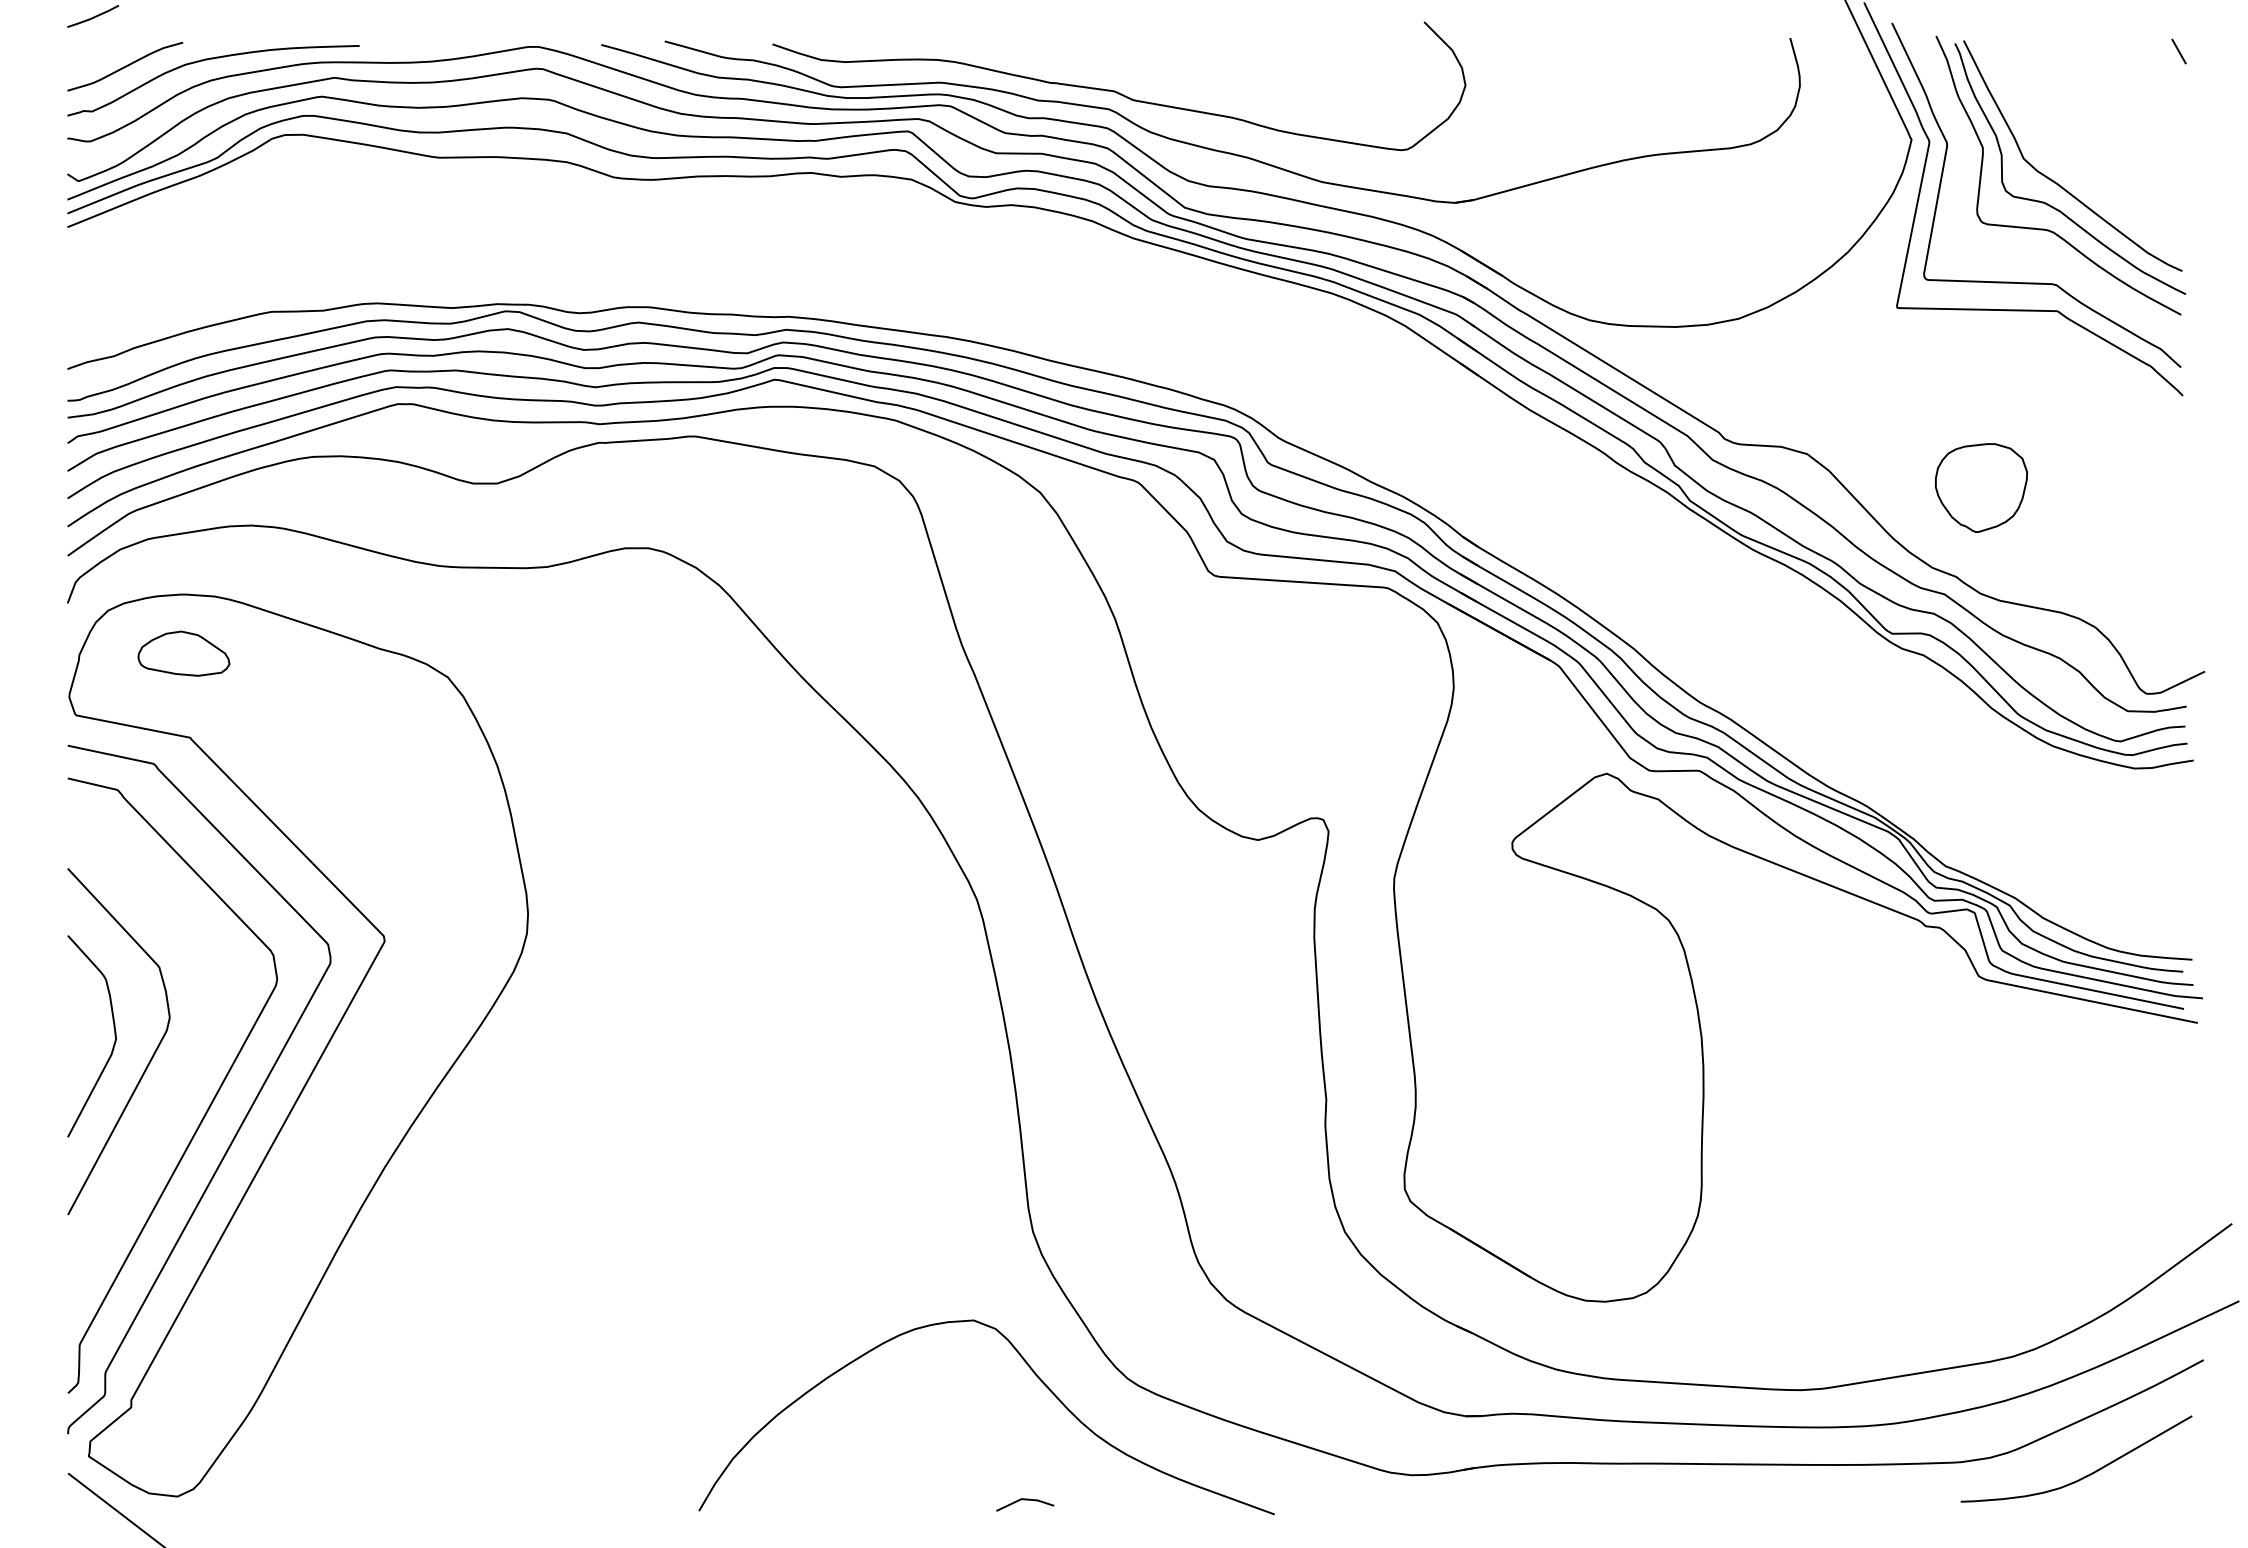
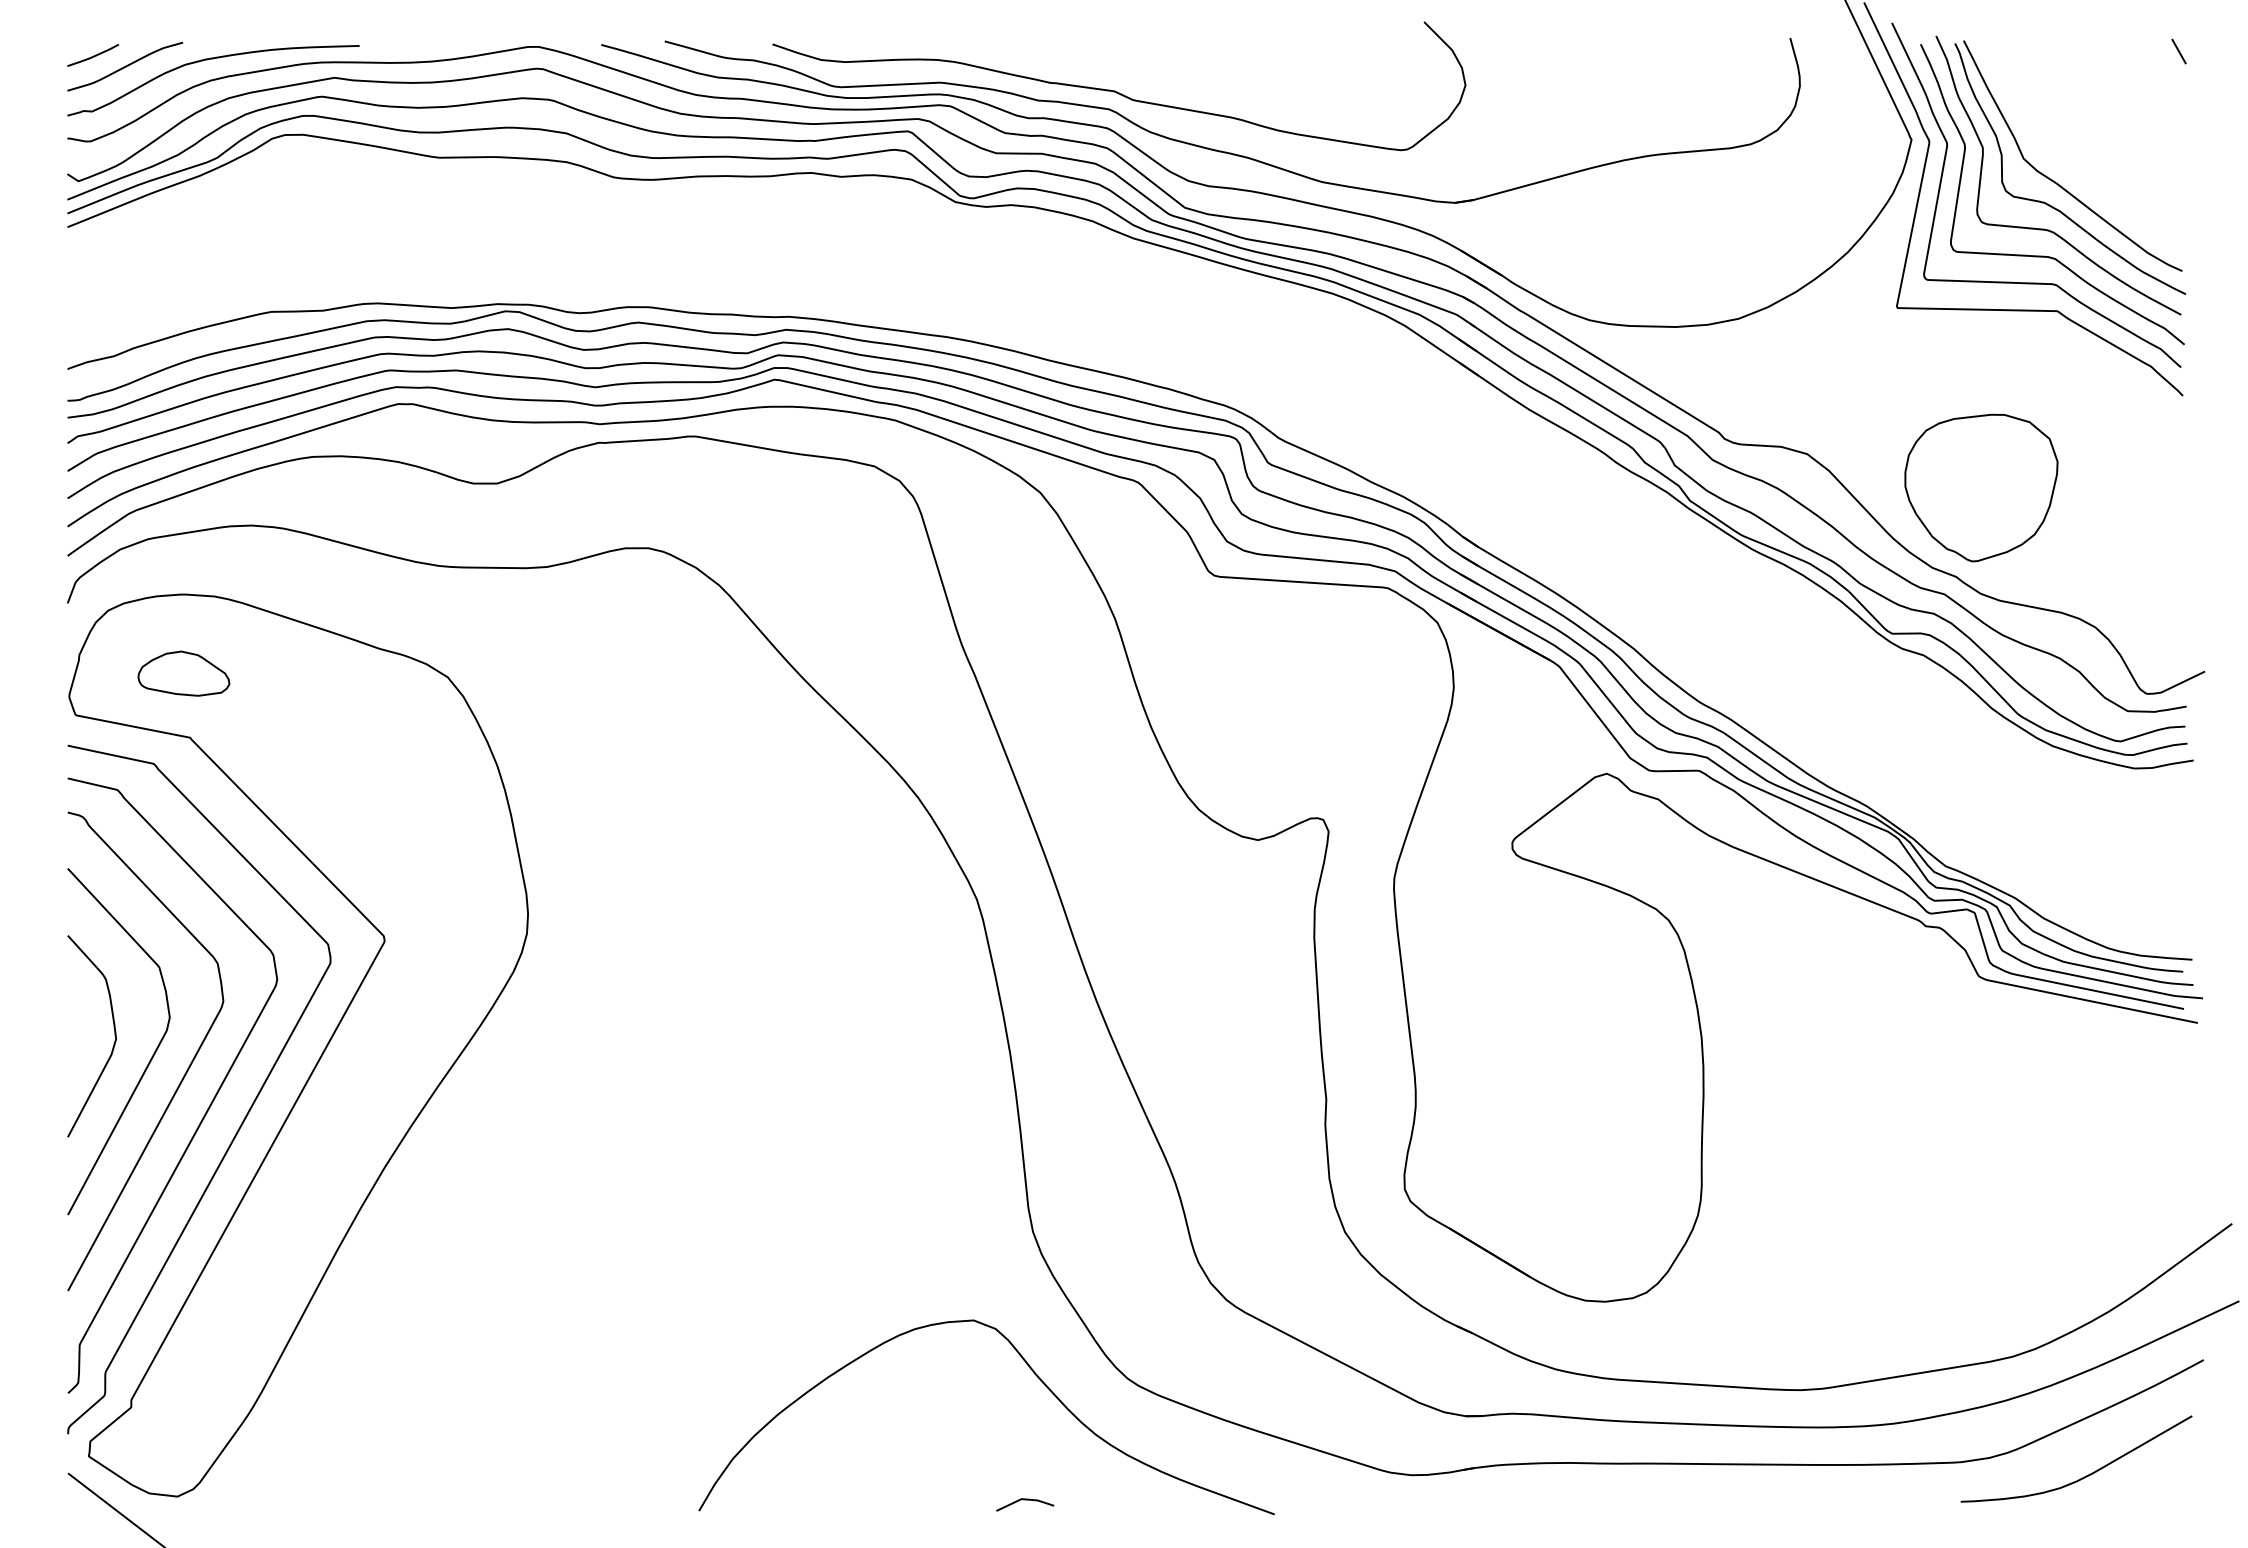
line at (93, 16) position: (93, 16) -> (93, 55)
curve at (2044, 255): none -> present
part at (1981, 487) size: 93x90 px -> 155x150 px
part at (183, 653) position: (183, 653) -> (183, 673)
curve at (184, 1073): none -> present
